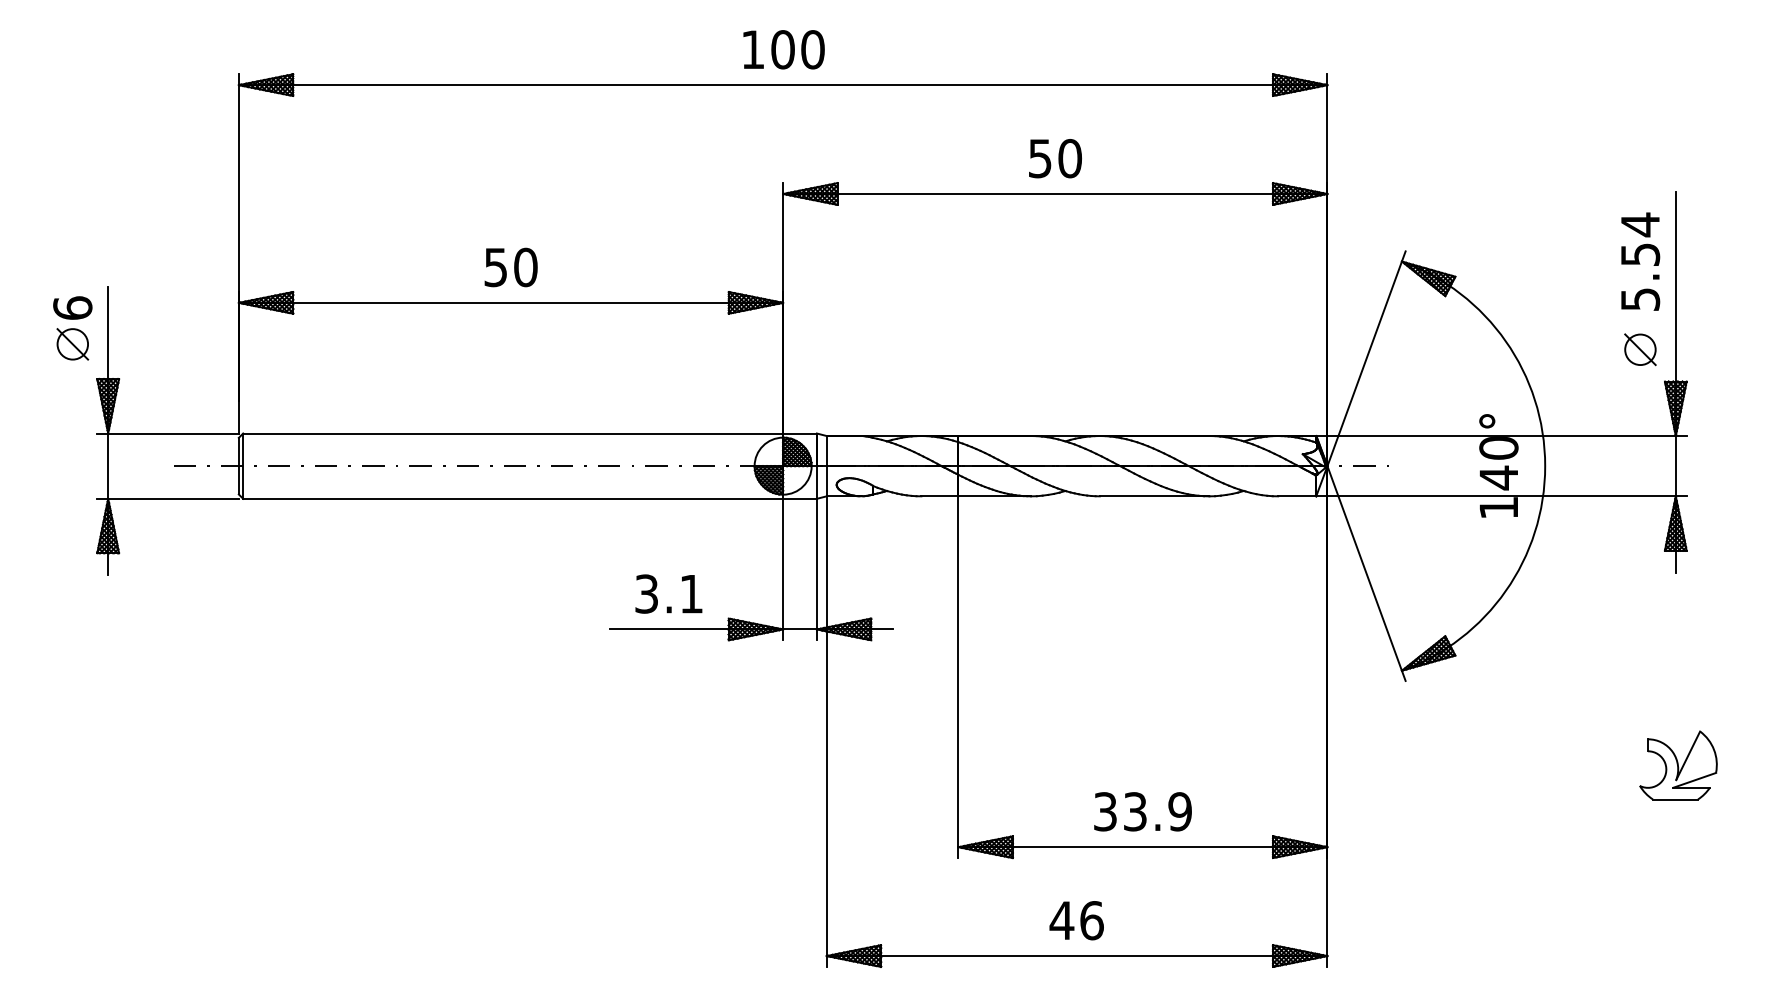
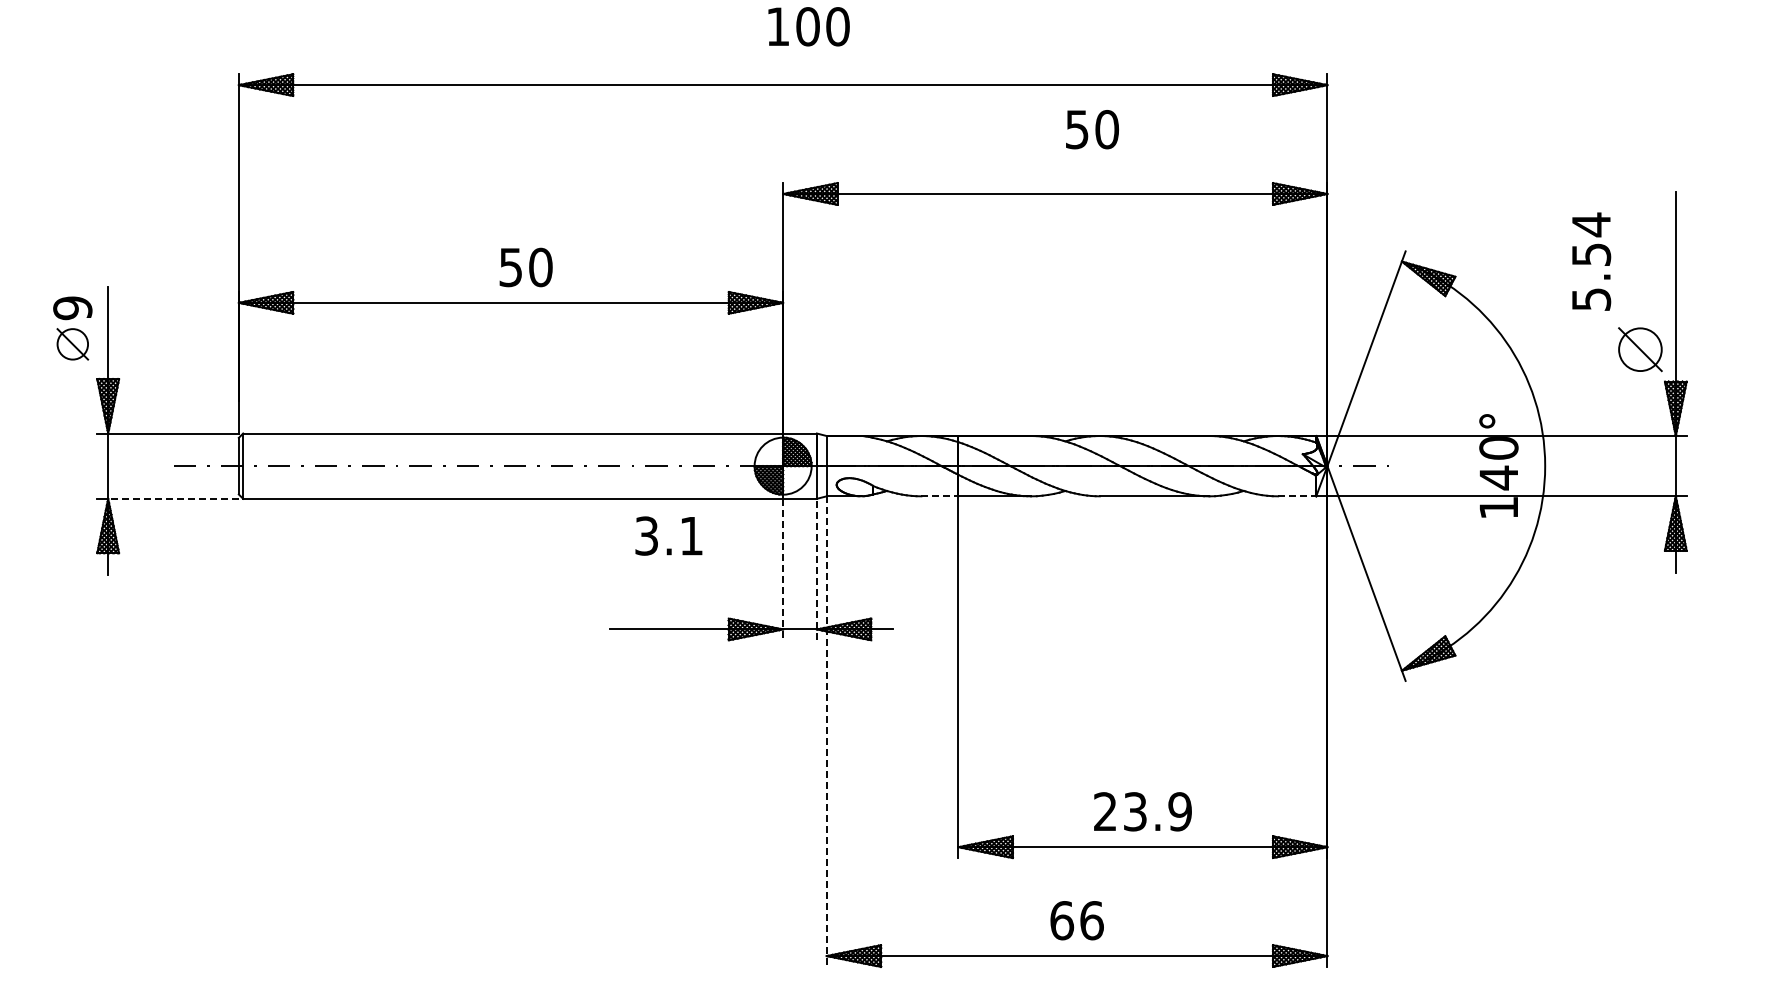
text at (783, 49) position: (783, 49) -> (808, 26)
text at (1055, 158) position: (1055, 158) -> (1092, 129)
text at (1640, 261) position: (1640, 261) -> (1591, 261)
text at (510, 267) position: (510, 267) -> (525, 267)
text at (72, 308): 6 -> 9
part at (1640, 349) size: 33x34 px -> 45x46 px
line at (939, 496): solid -> dashed
line at (1297, 496): solid -> dashed
line at (173, 498): solid -> dashed
line at (783, 569): solid -> dashed
line at (816, 569): solid -> dashed
text at (668, 593) position: (668, 593) -> (668, 535)
line at (826, 732): solid -> dashed
part at (1678, 765): present -> none
text at (1105, 811): 33.9 -> 23.9
text at (1061, 920): 46 -> 66
